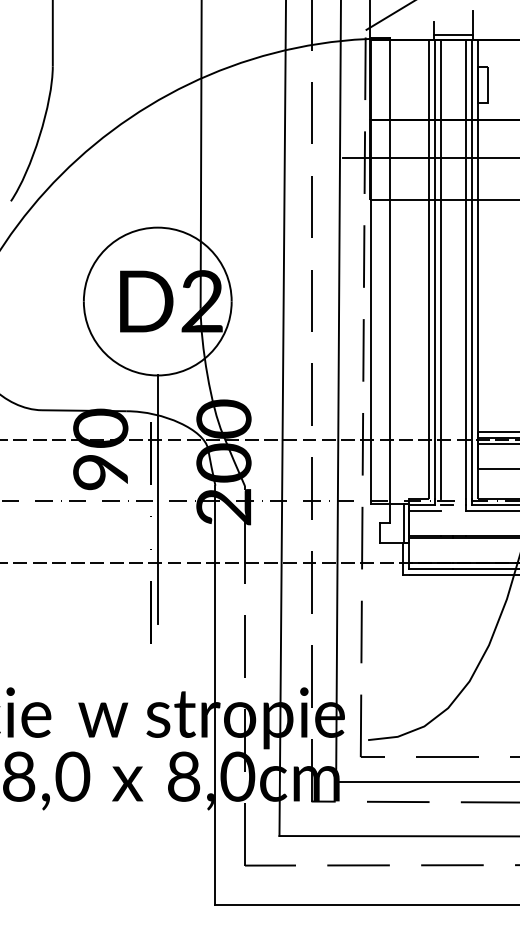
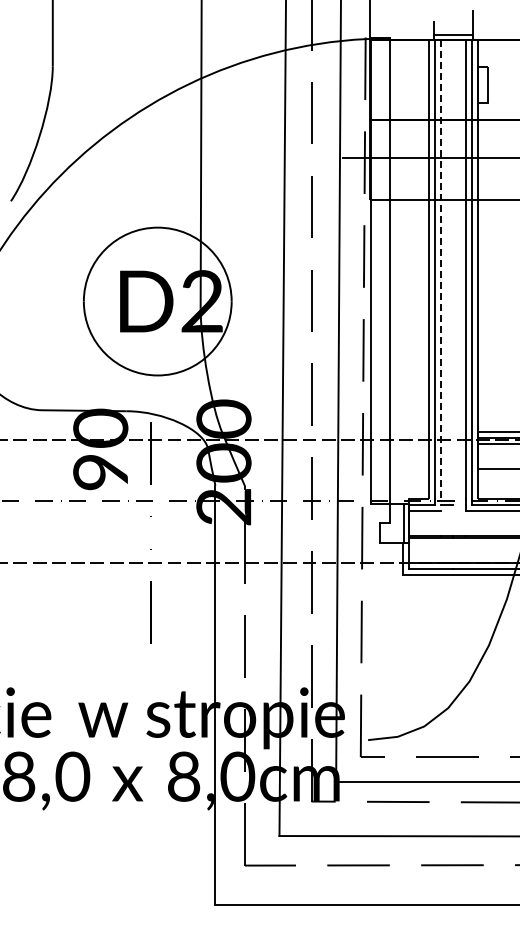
line at (388, 16): present -> none
line at (441, 270): solid -> dashed
line at (157, 499): present -> none
